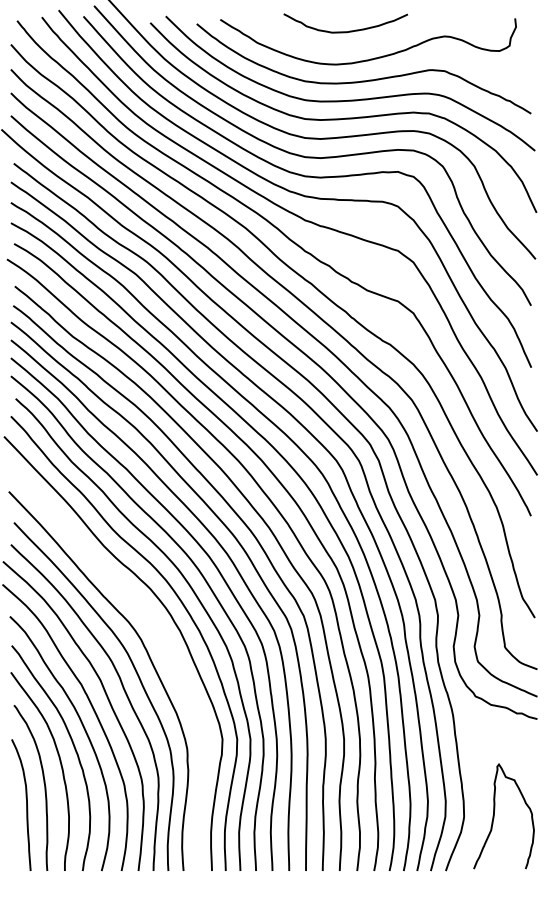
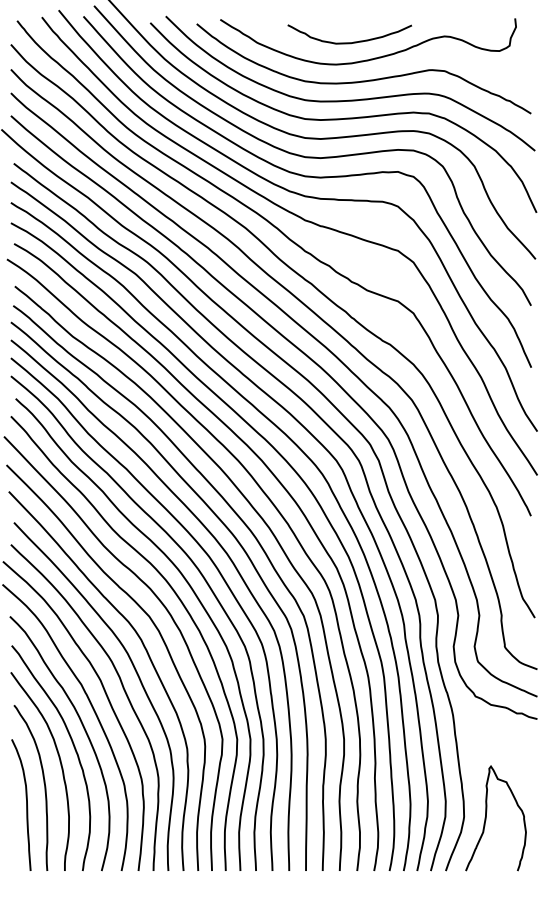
curve at (345, 31) position: (345, 31) -> (349, 42)
curve at (162, 641): none -> present
curve at (494, 816) position: (494, 816) -> (486, 818)
